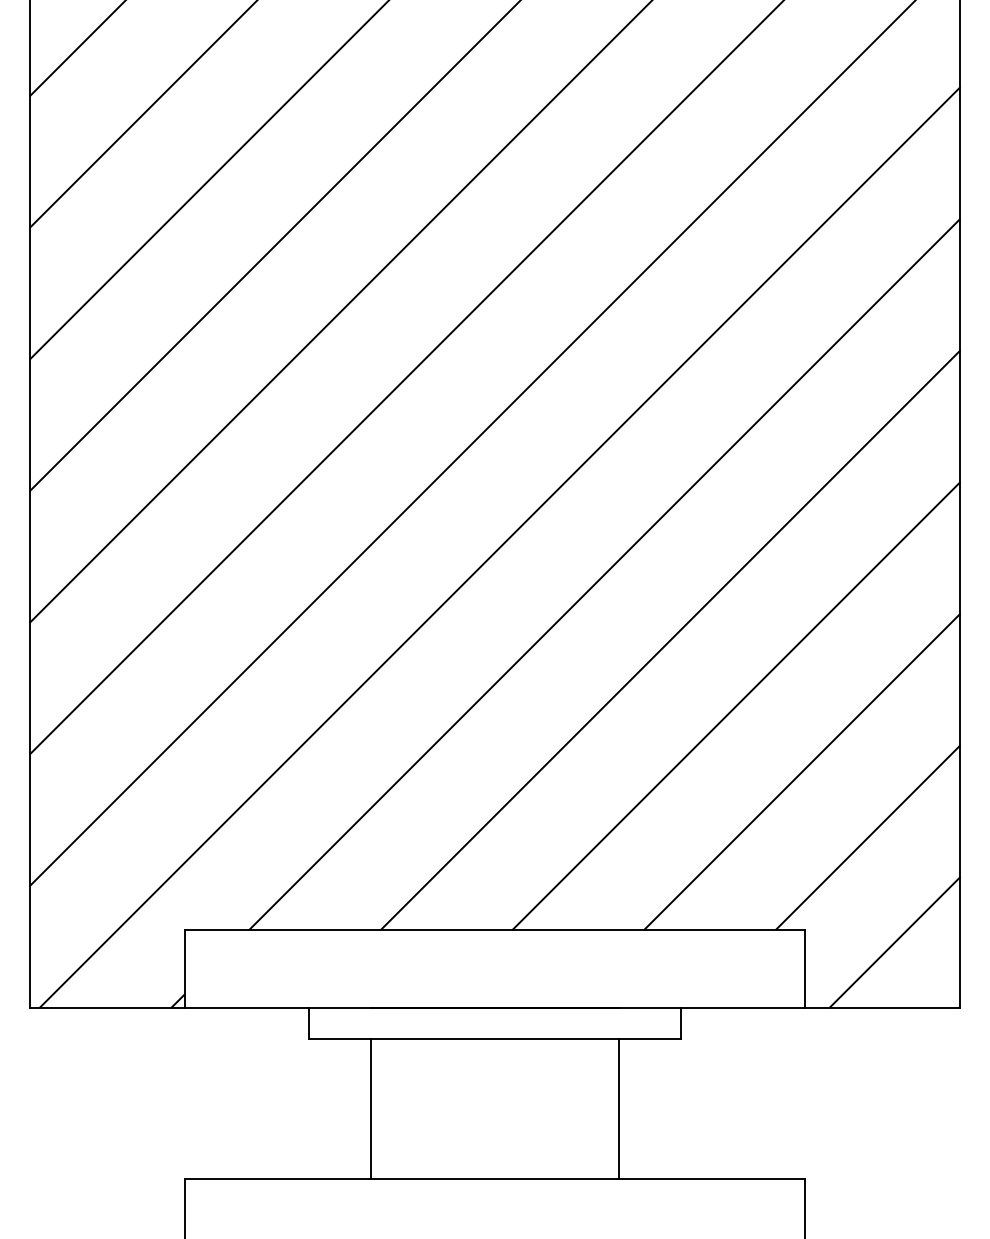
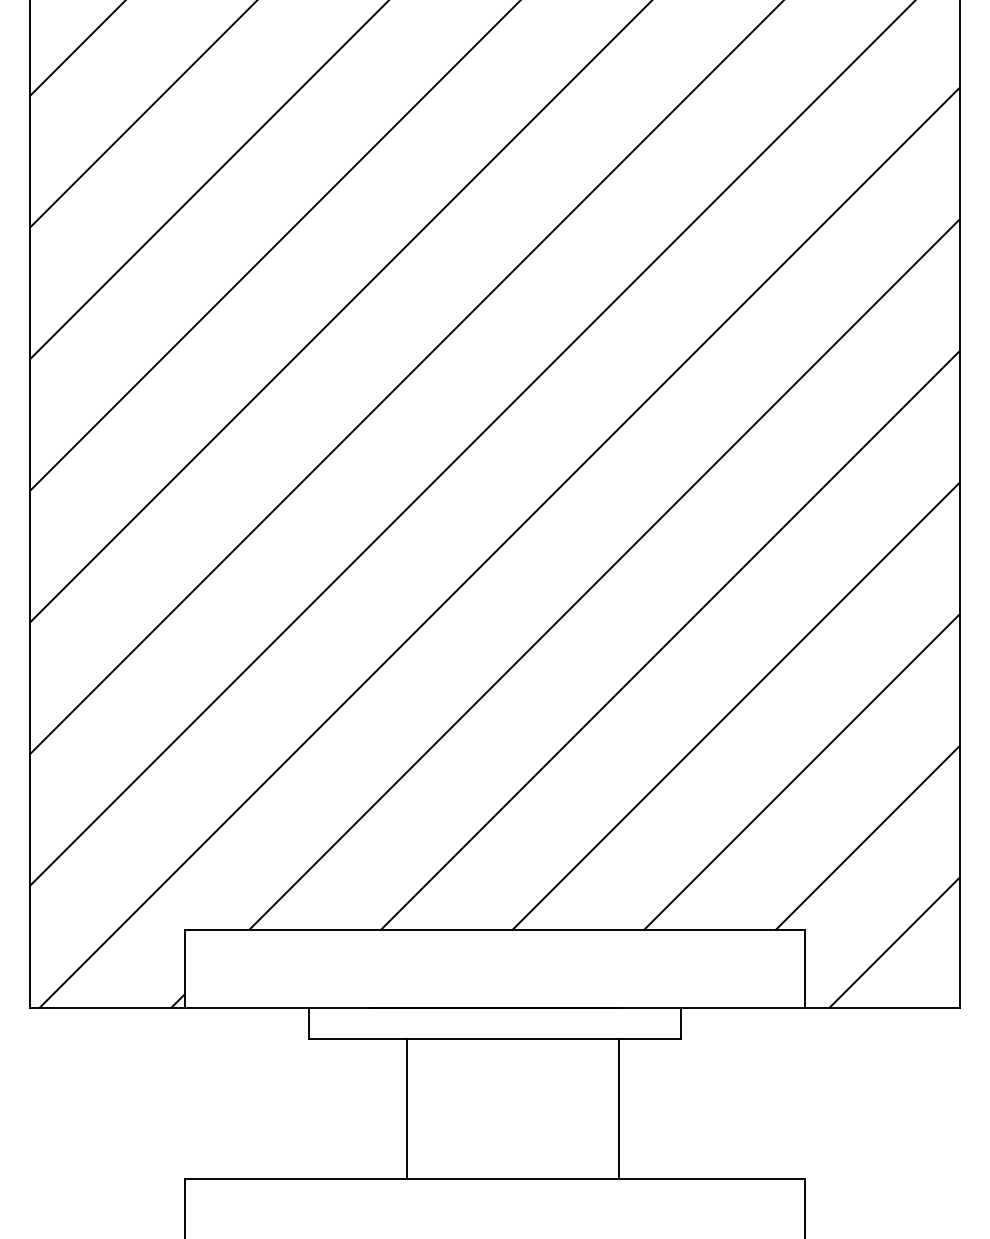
line at (370, 1108) position: (370, 1108) -> (406, 1108)
